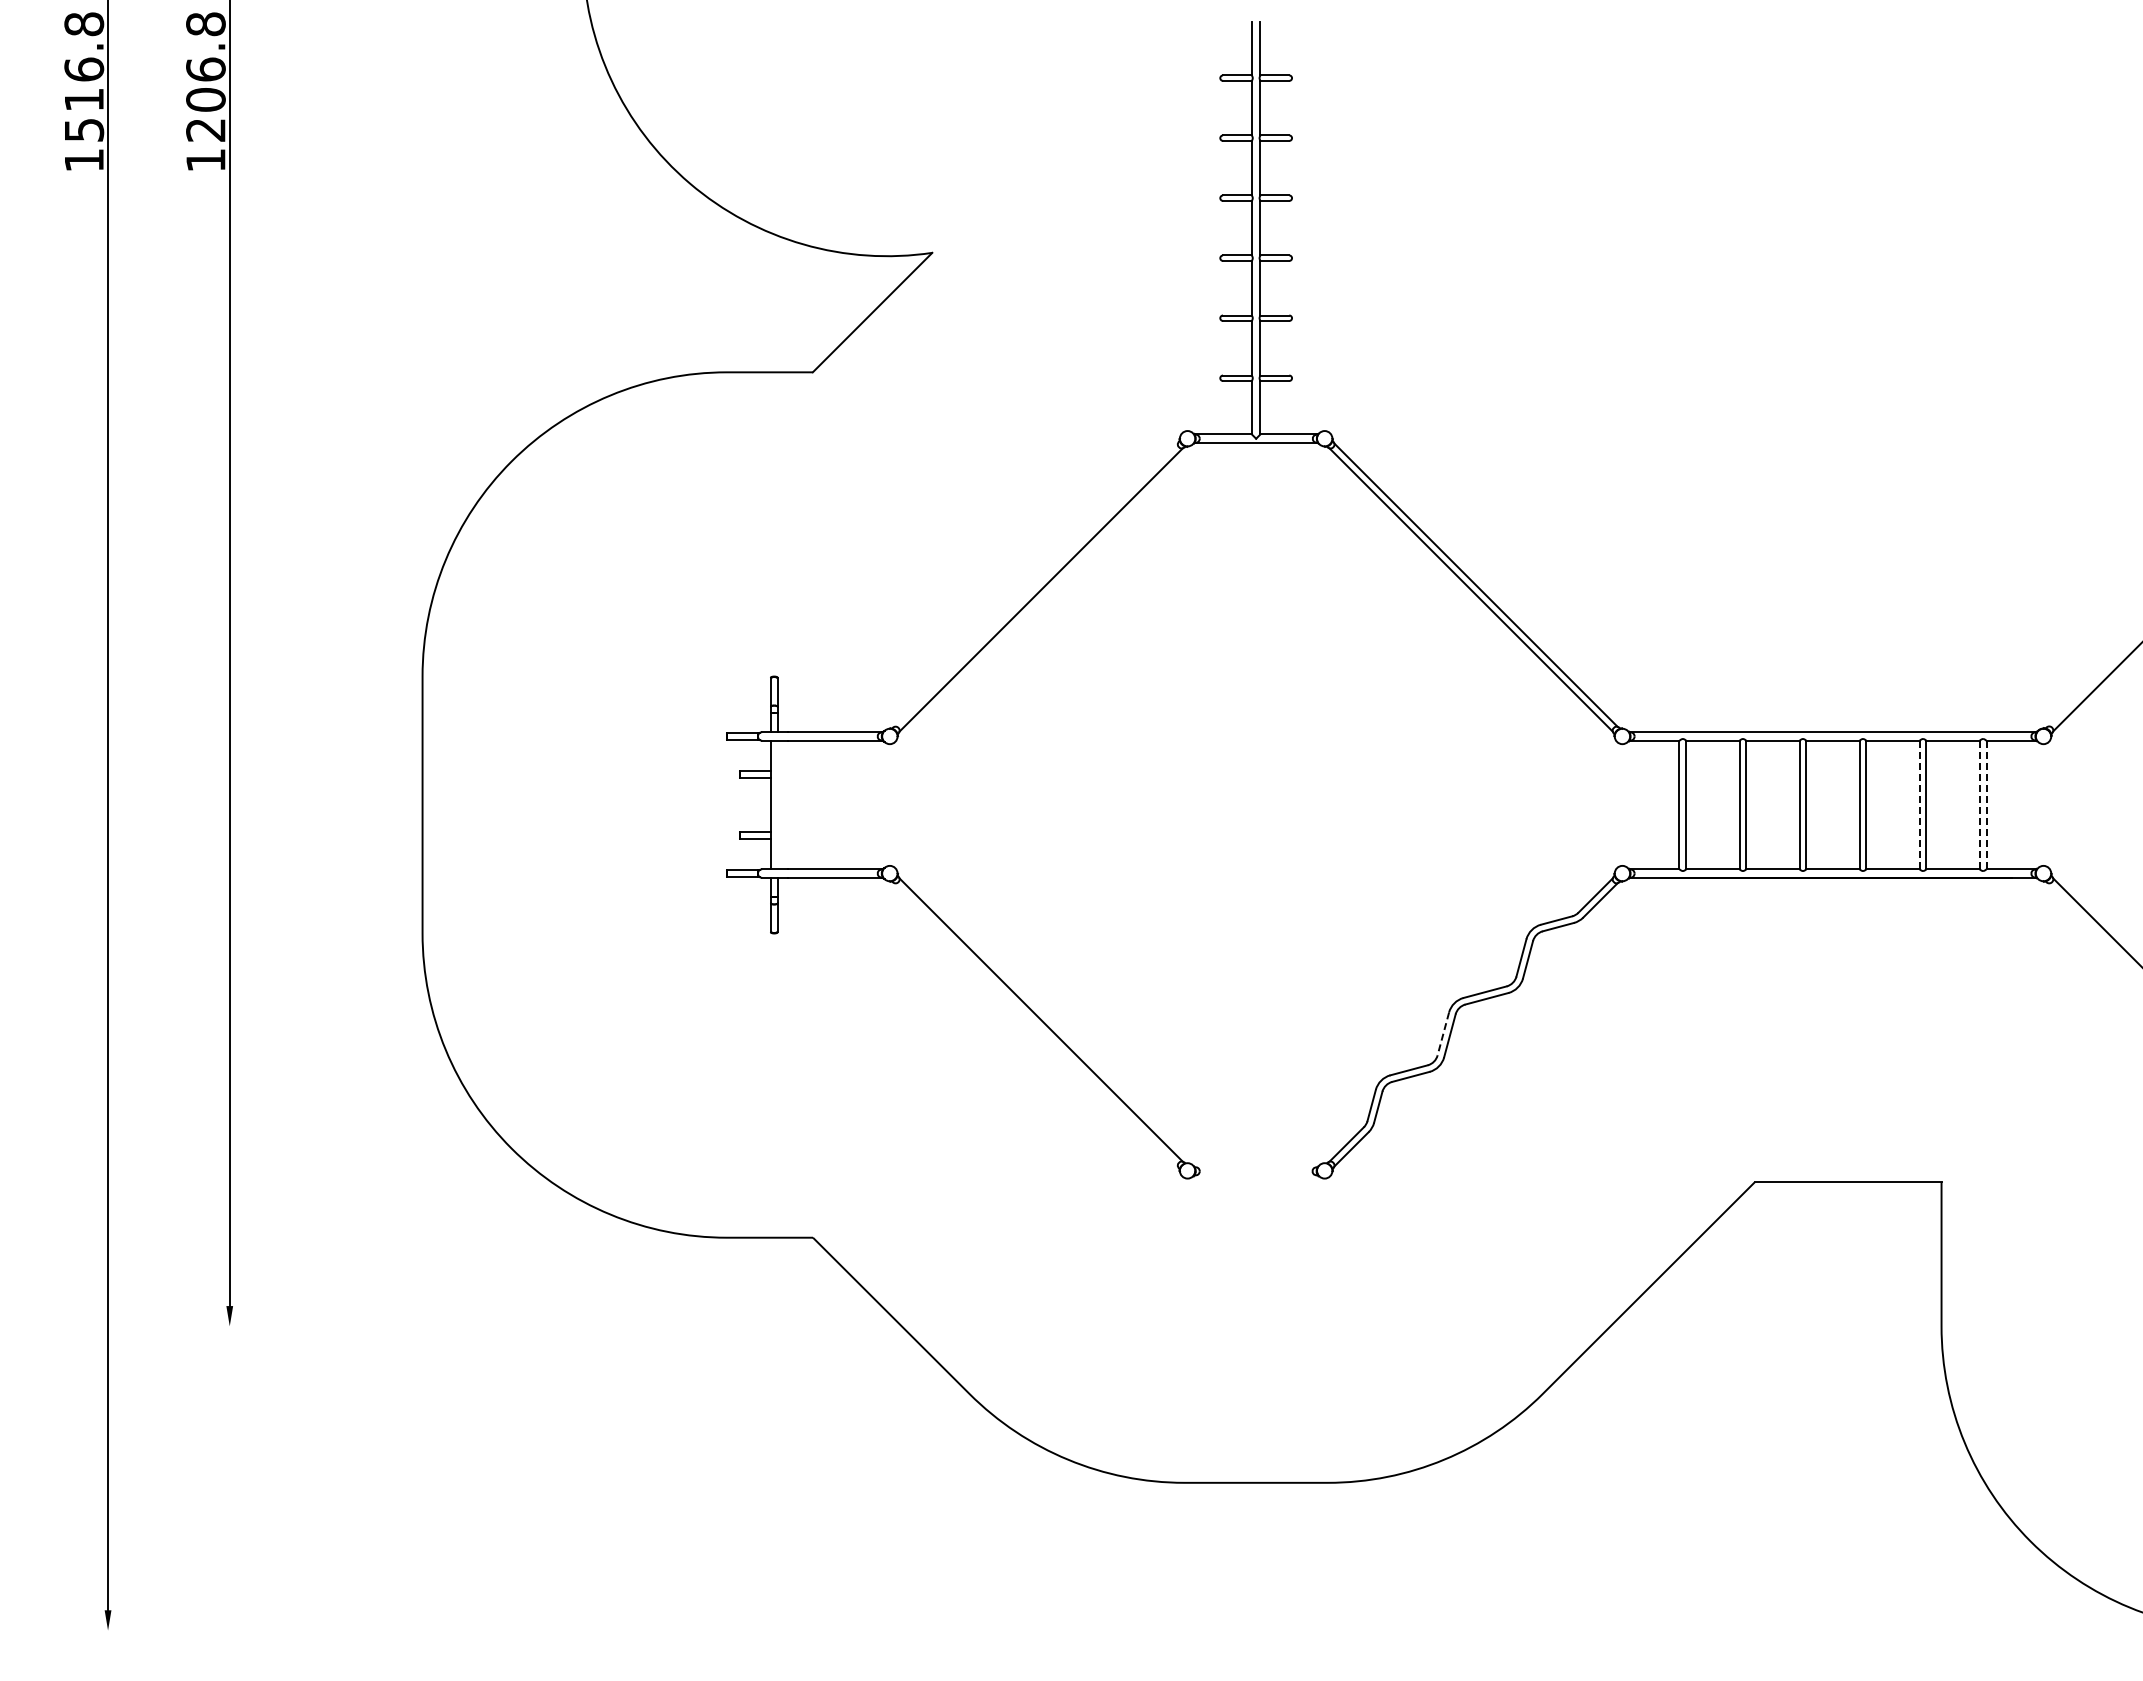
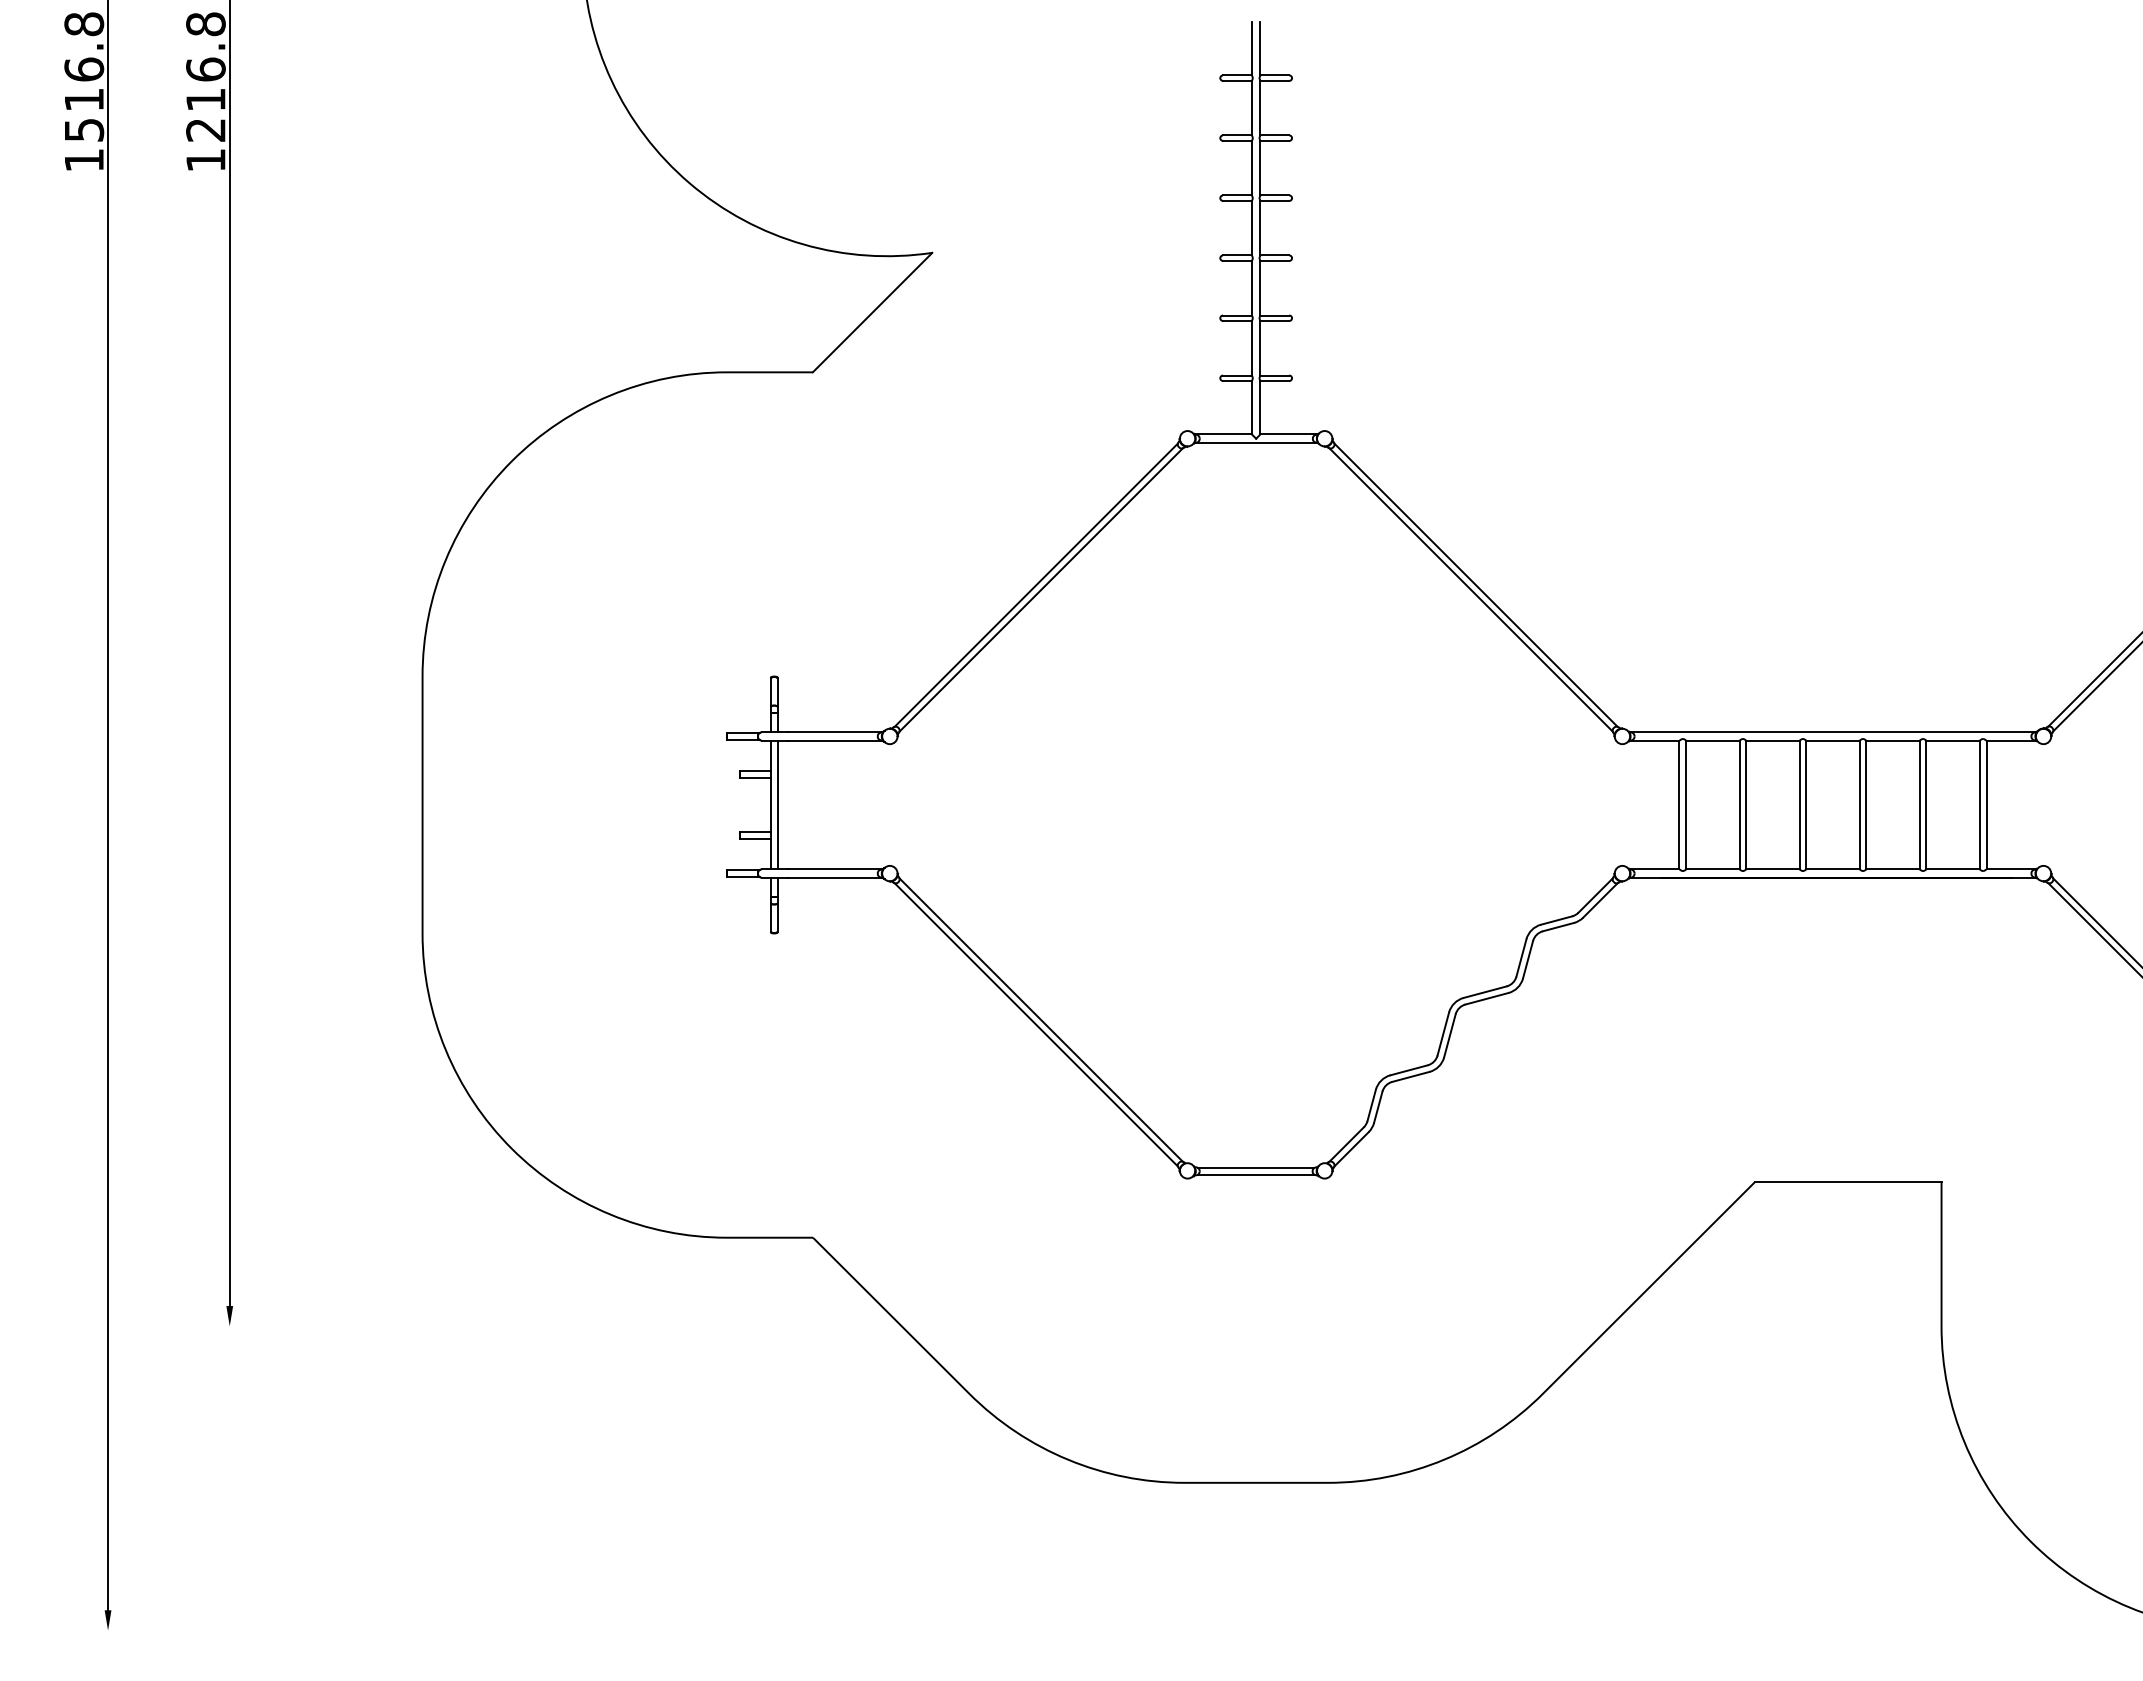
text at (205, 99): 1206.8 -> 1216.8
line at (1035, 584): none -> present
line at (2093, 680): none -> present
line at (777, 804): none -> present
line at (1919, 804): dashed -> solid
line at (1979, 804): dashed -> solid
line at (1986, 804): dashed -> solid
line at (2093, 928): none -> present
line at (1035, 1024): none -> present
line at (1443, 1034): dashed -> solid
line at (1255, 1167): none -> present
line at (1255, 1174): none -> present
